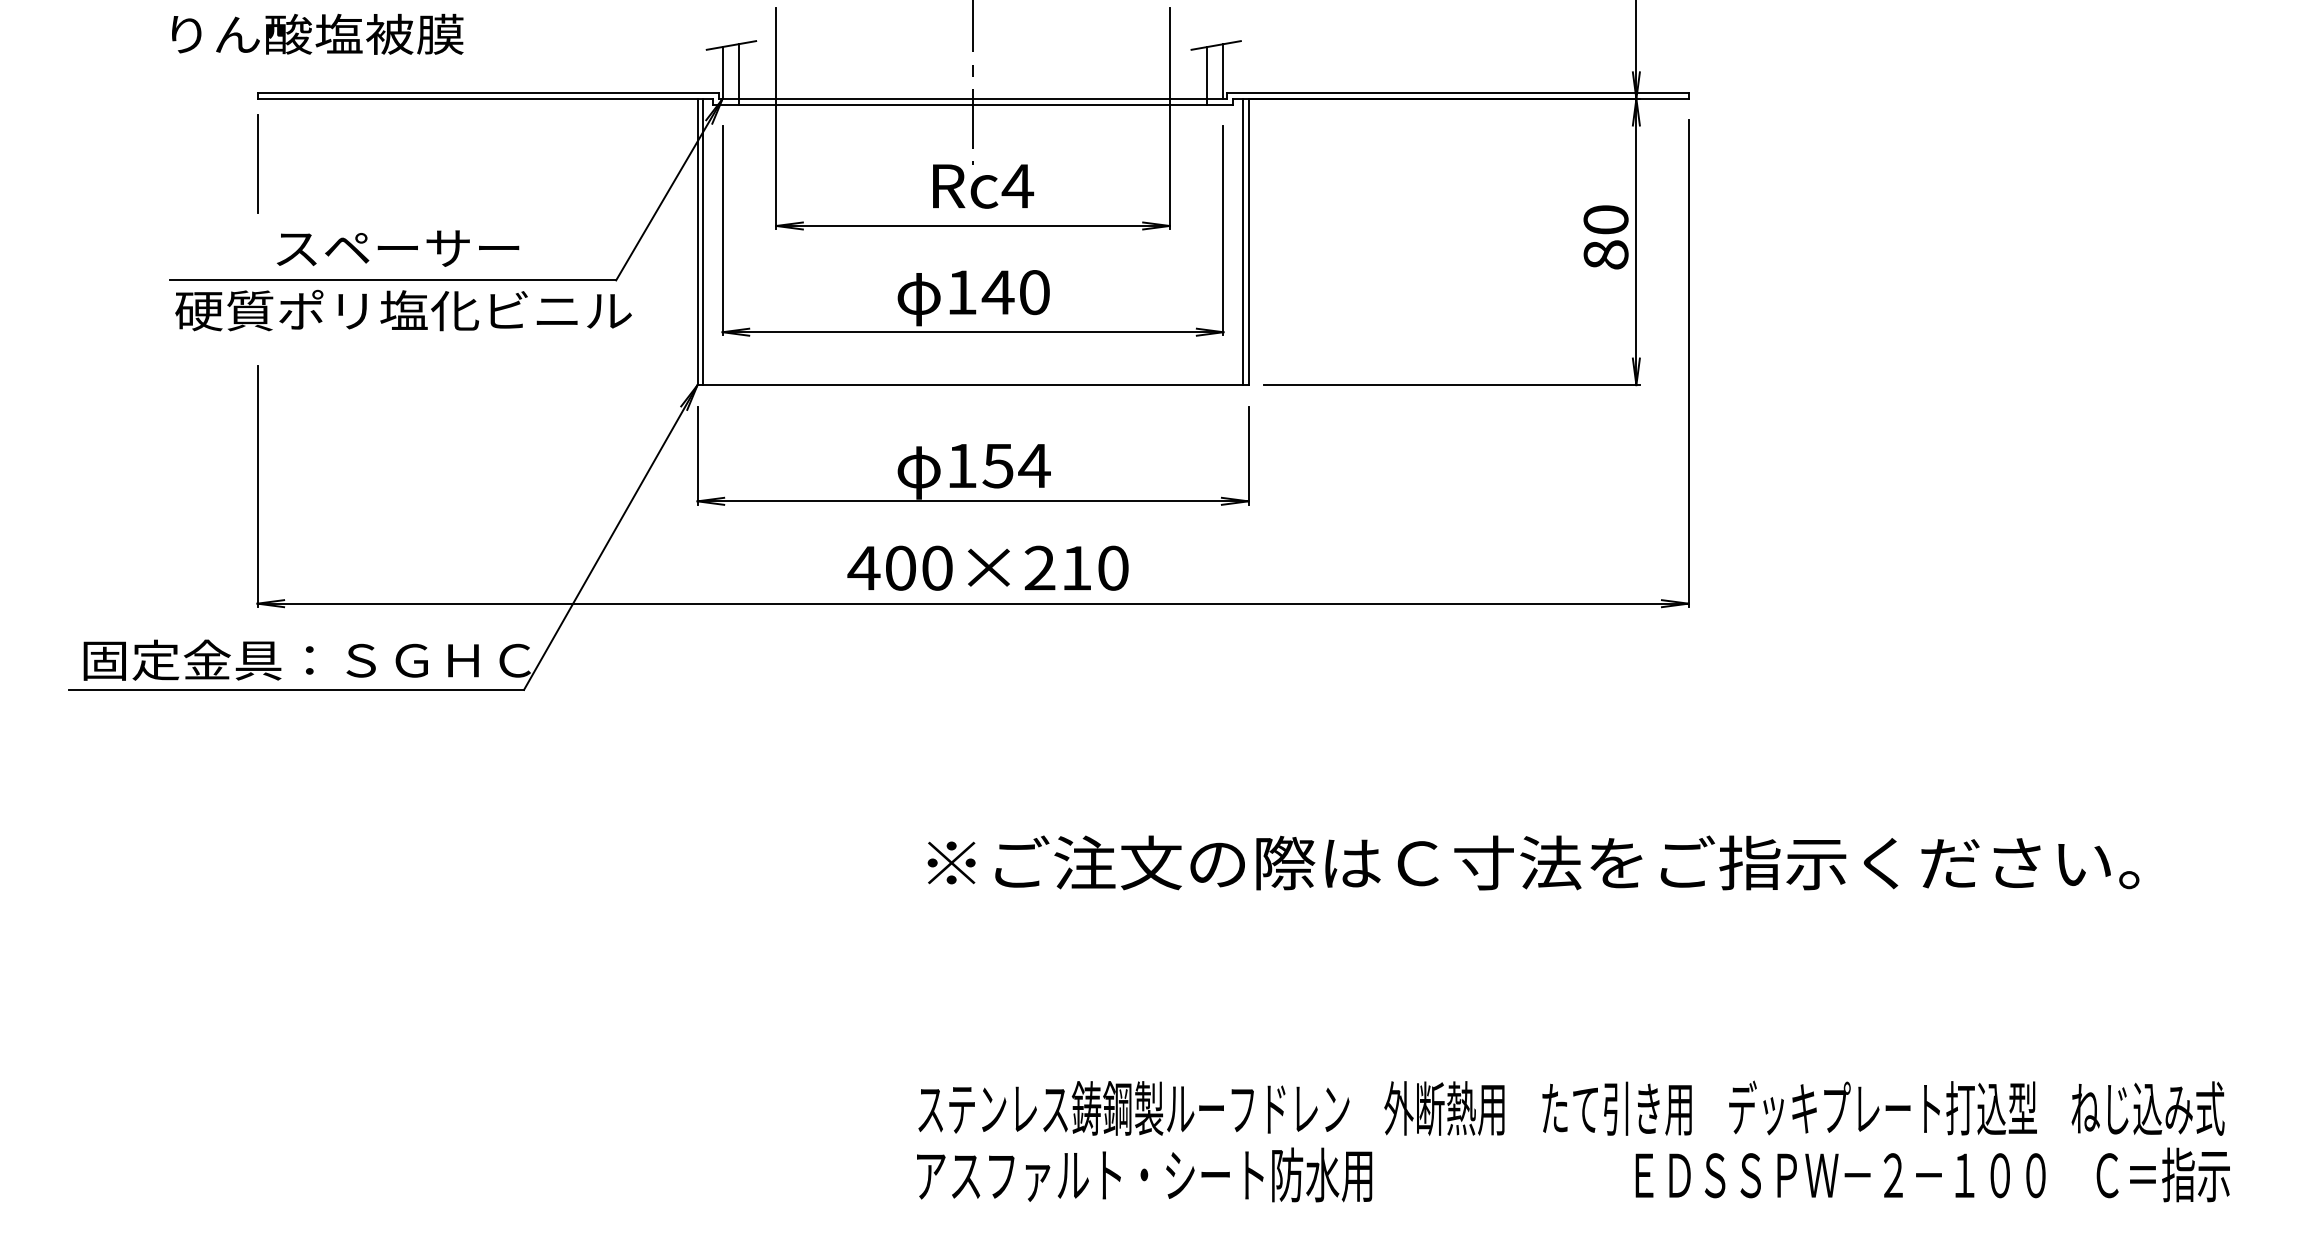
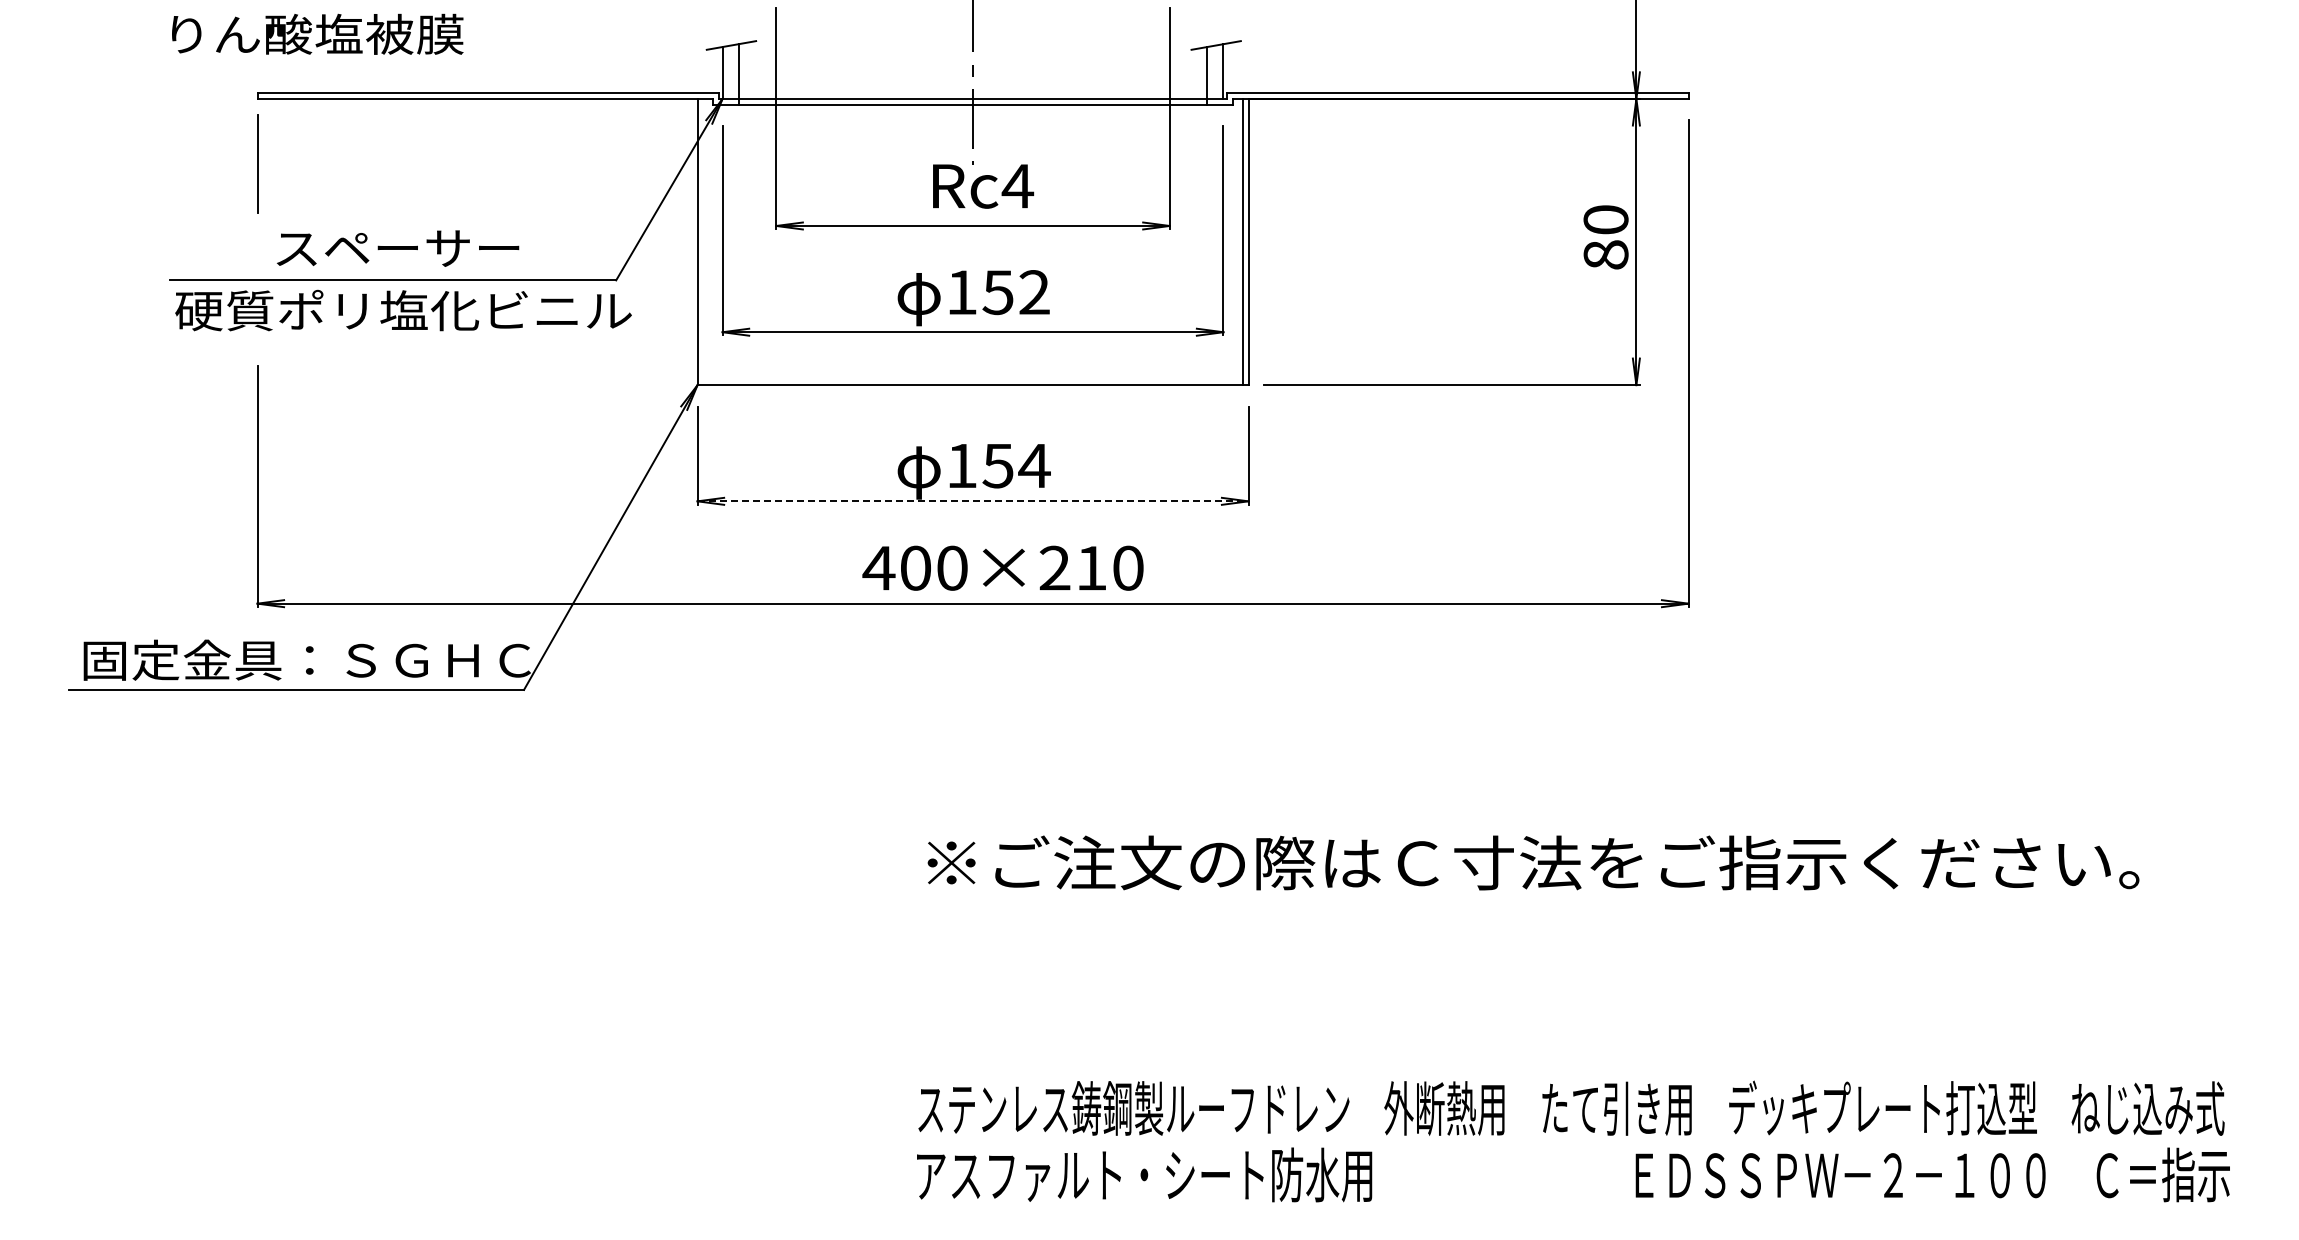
line at (703, 241): present -> none
text at (1015, 292): 140 -> 152
line at (973, 501): solid -> dashed
text at (987, 567) position: (987, 567) -> (1002, 567)
